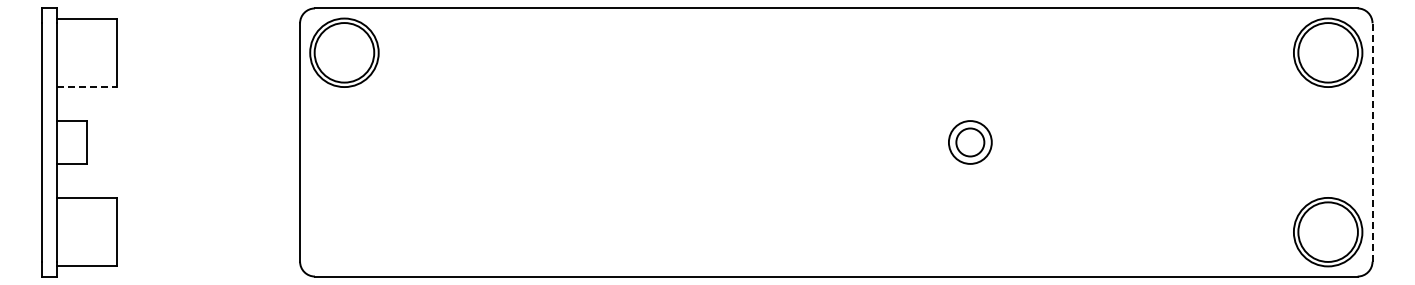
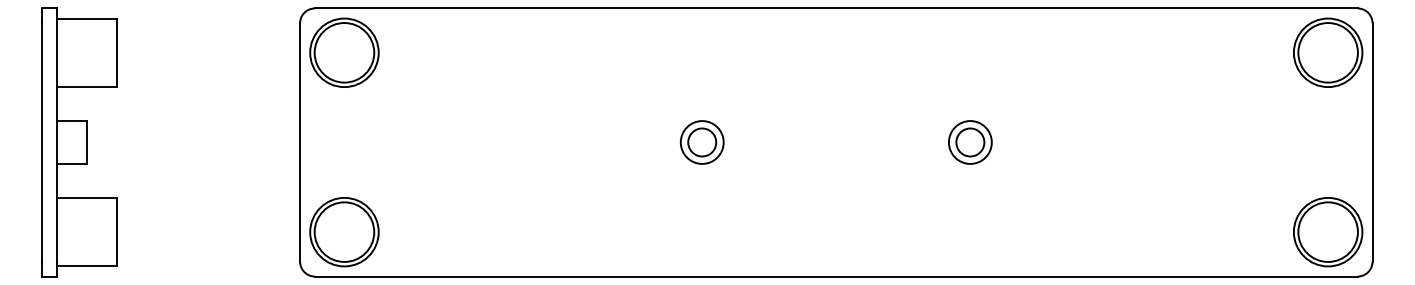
line at (87, 87): dashed -> solid
part at (701, 142): none -> present
line at (1372, 142): dashed -> solid
part at (344, 232): none -> present
